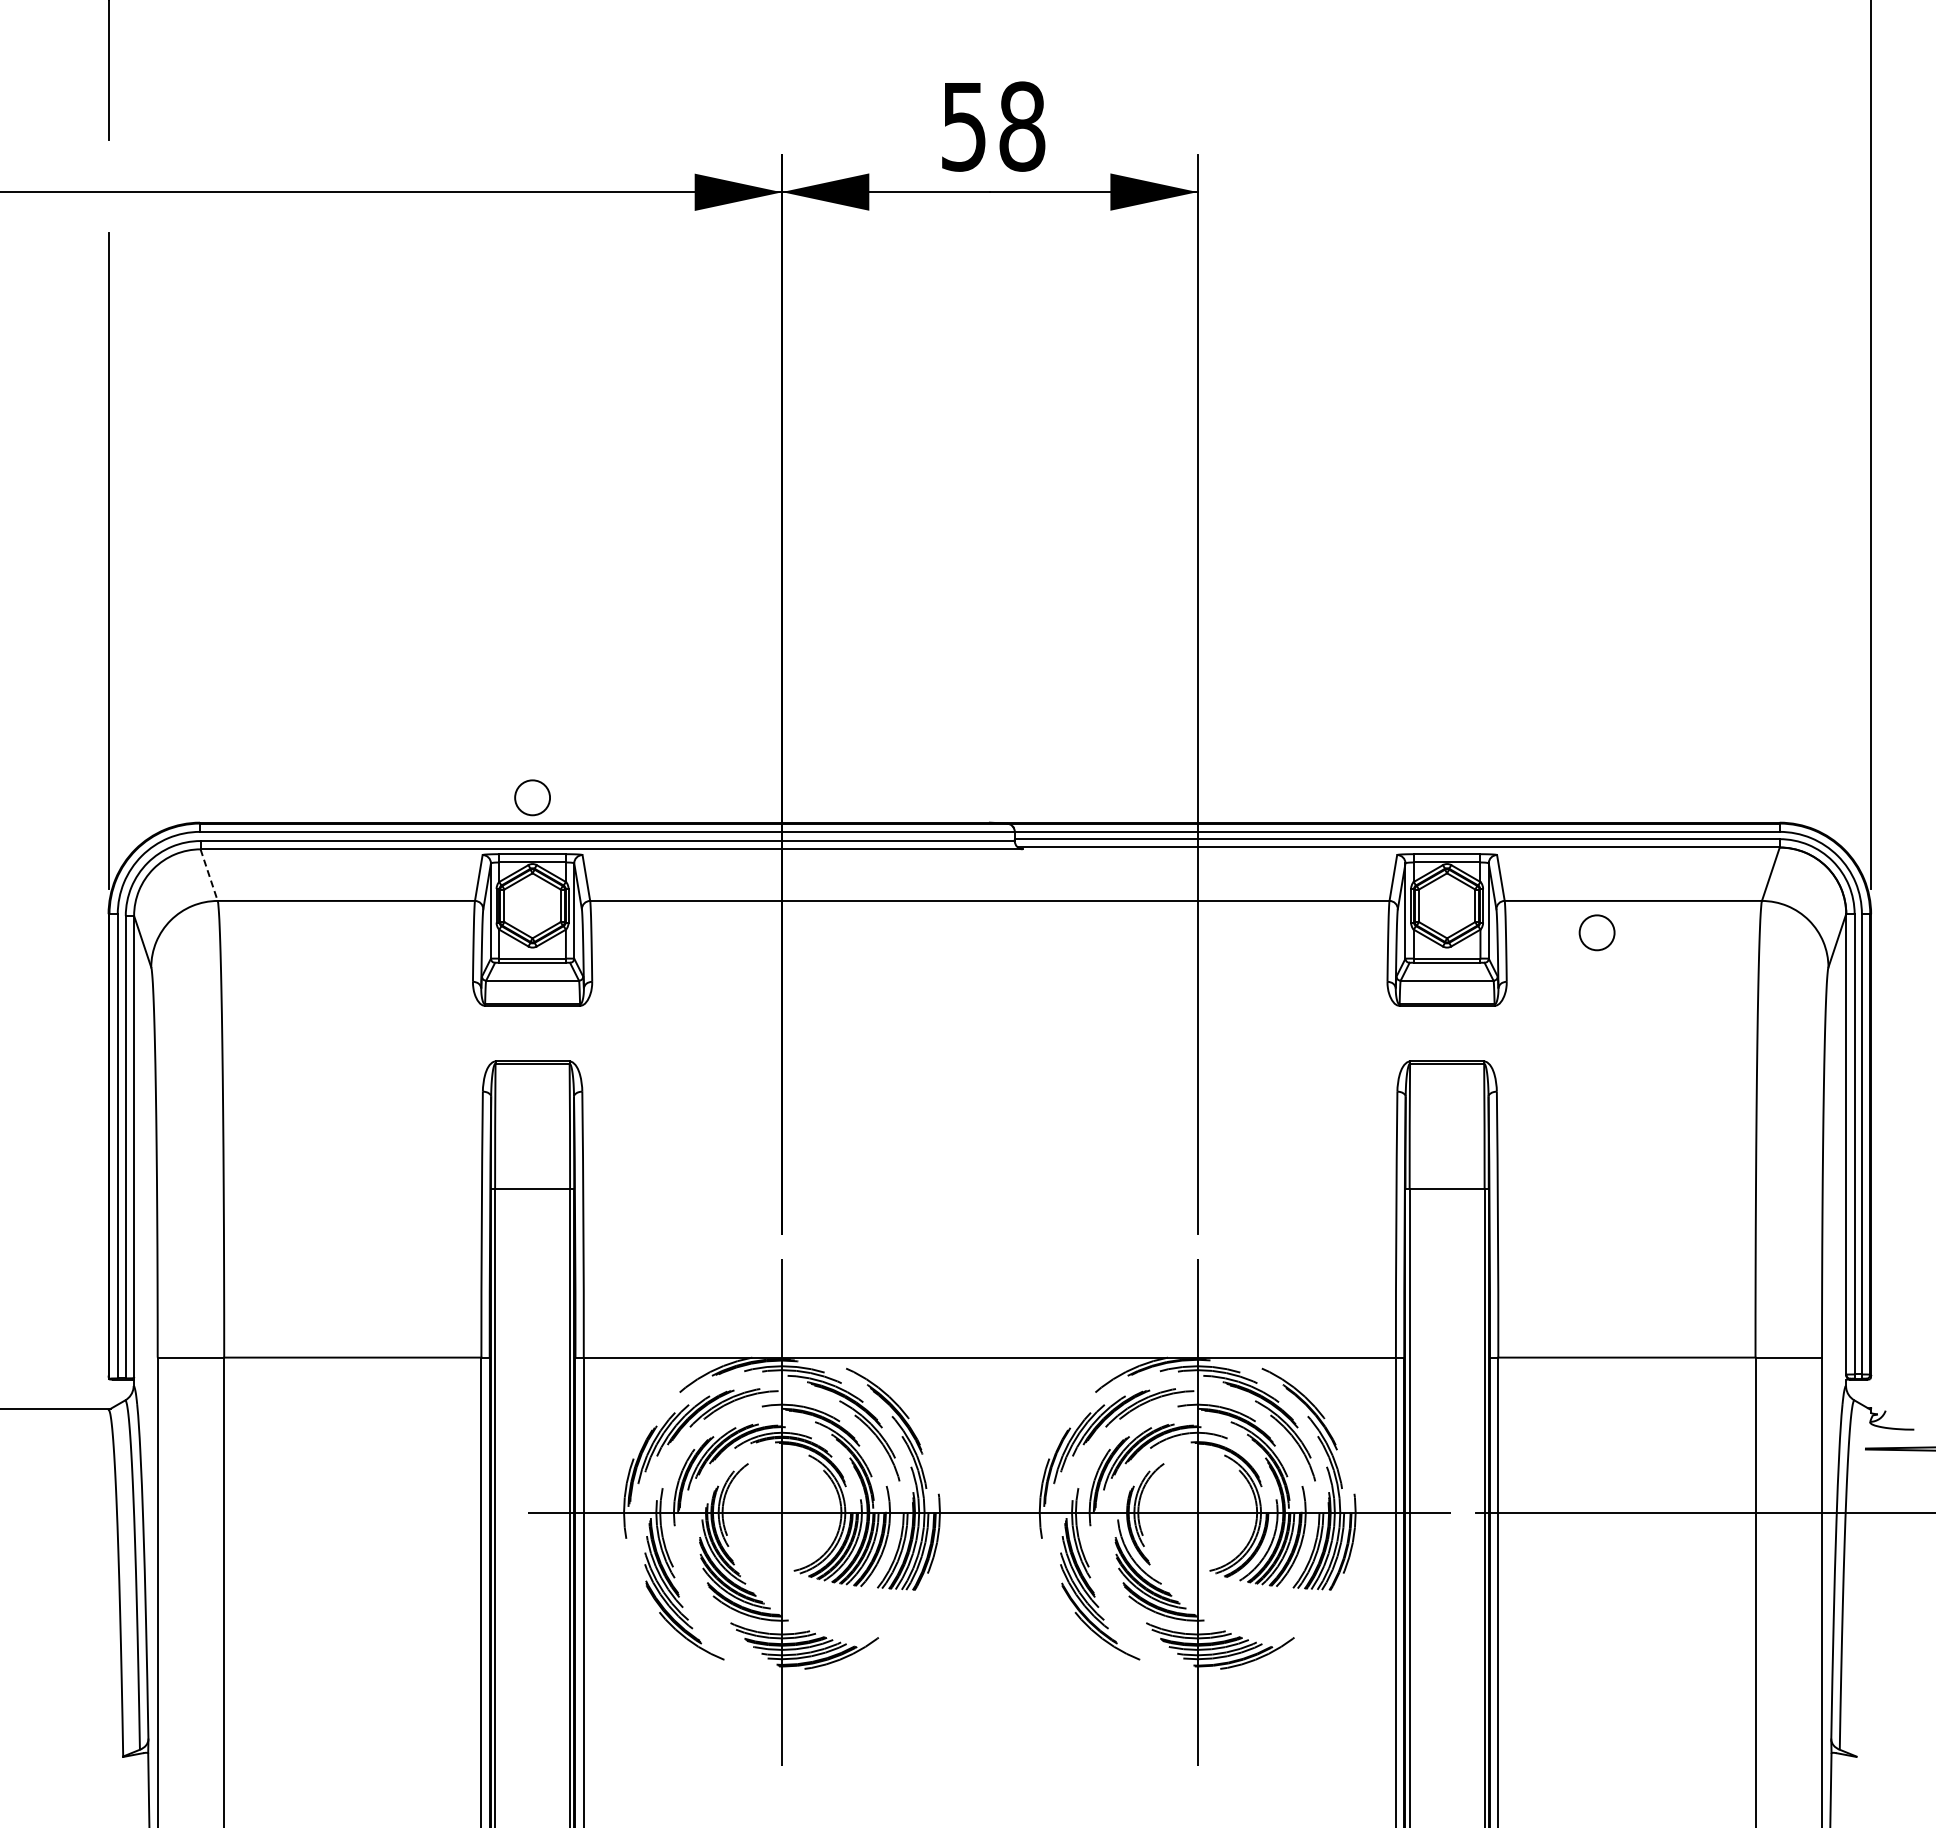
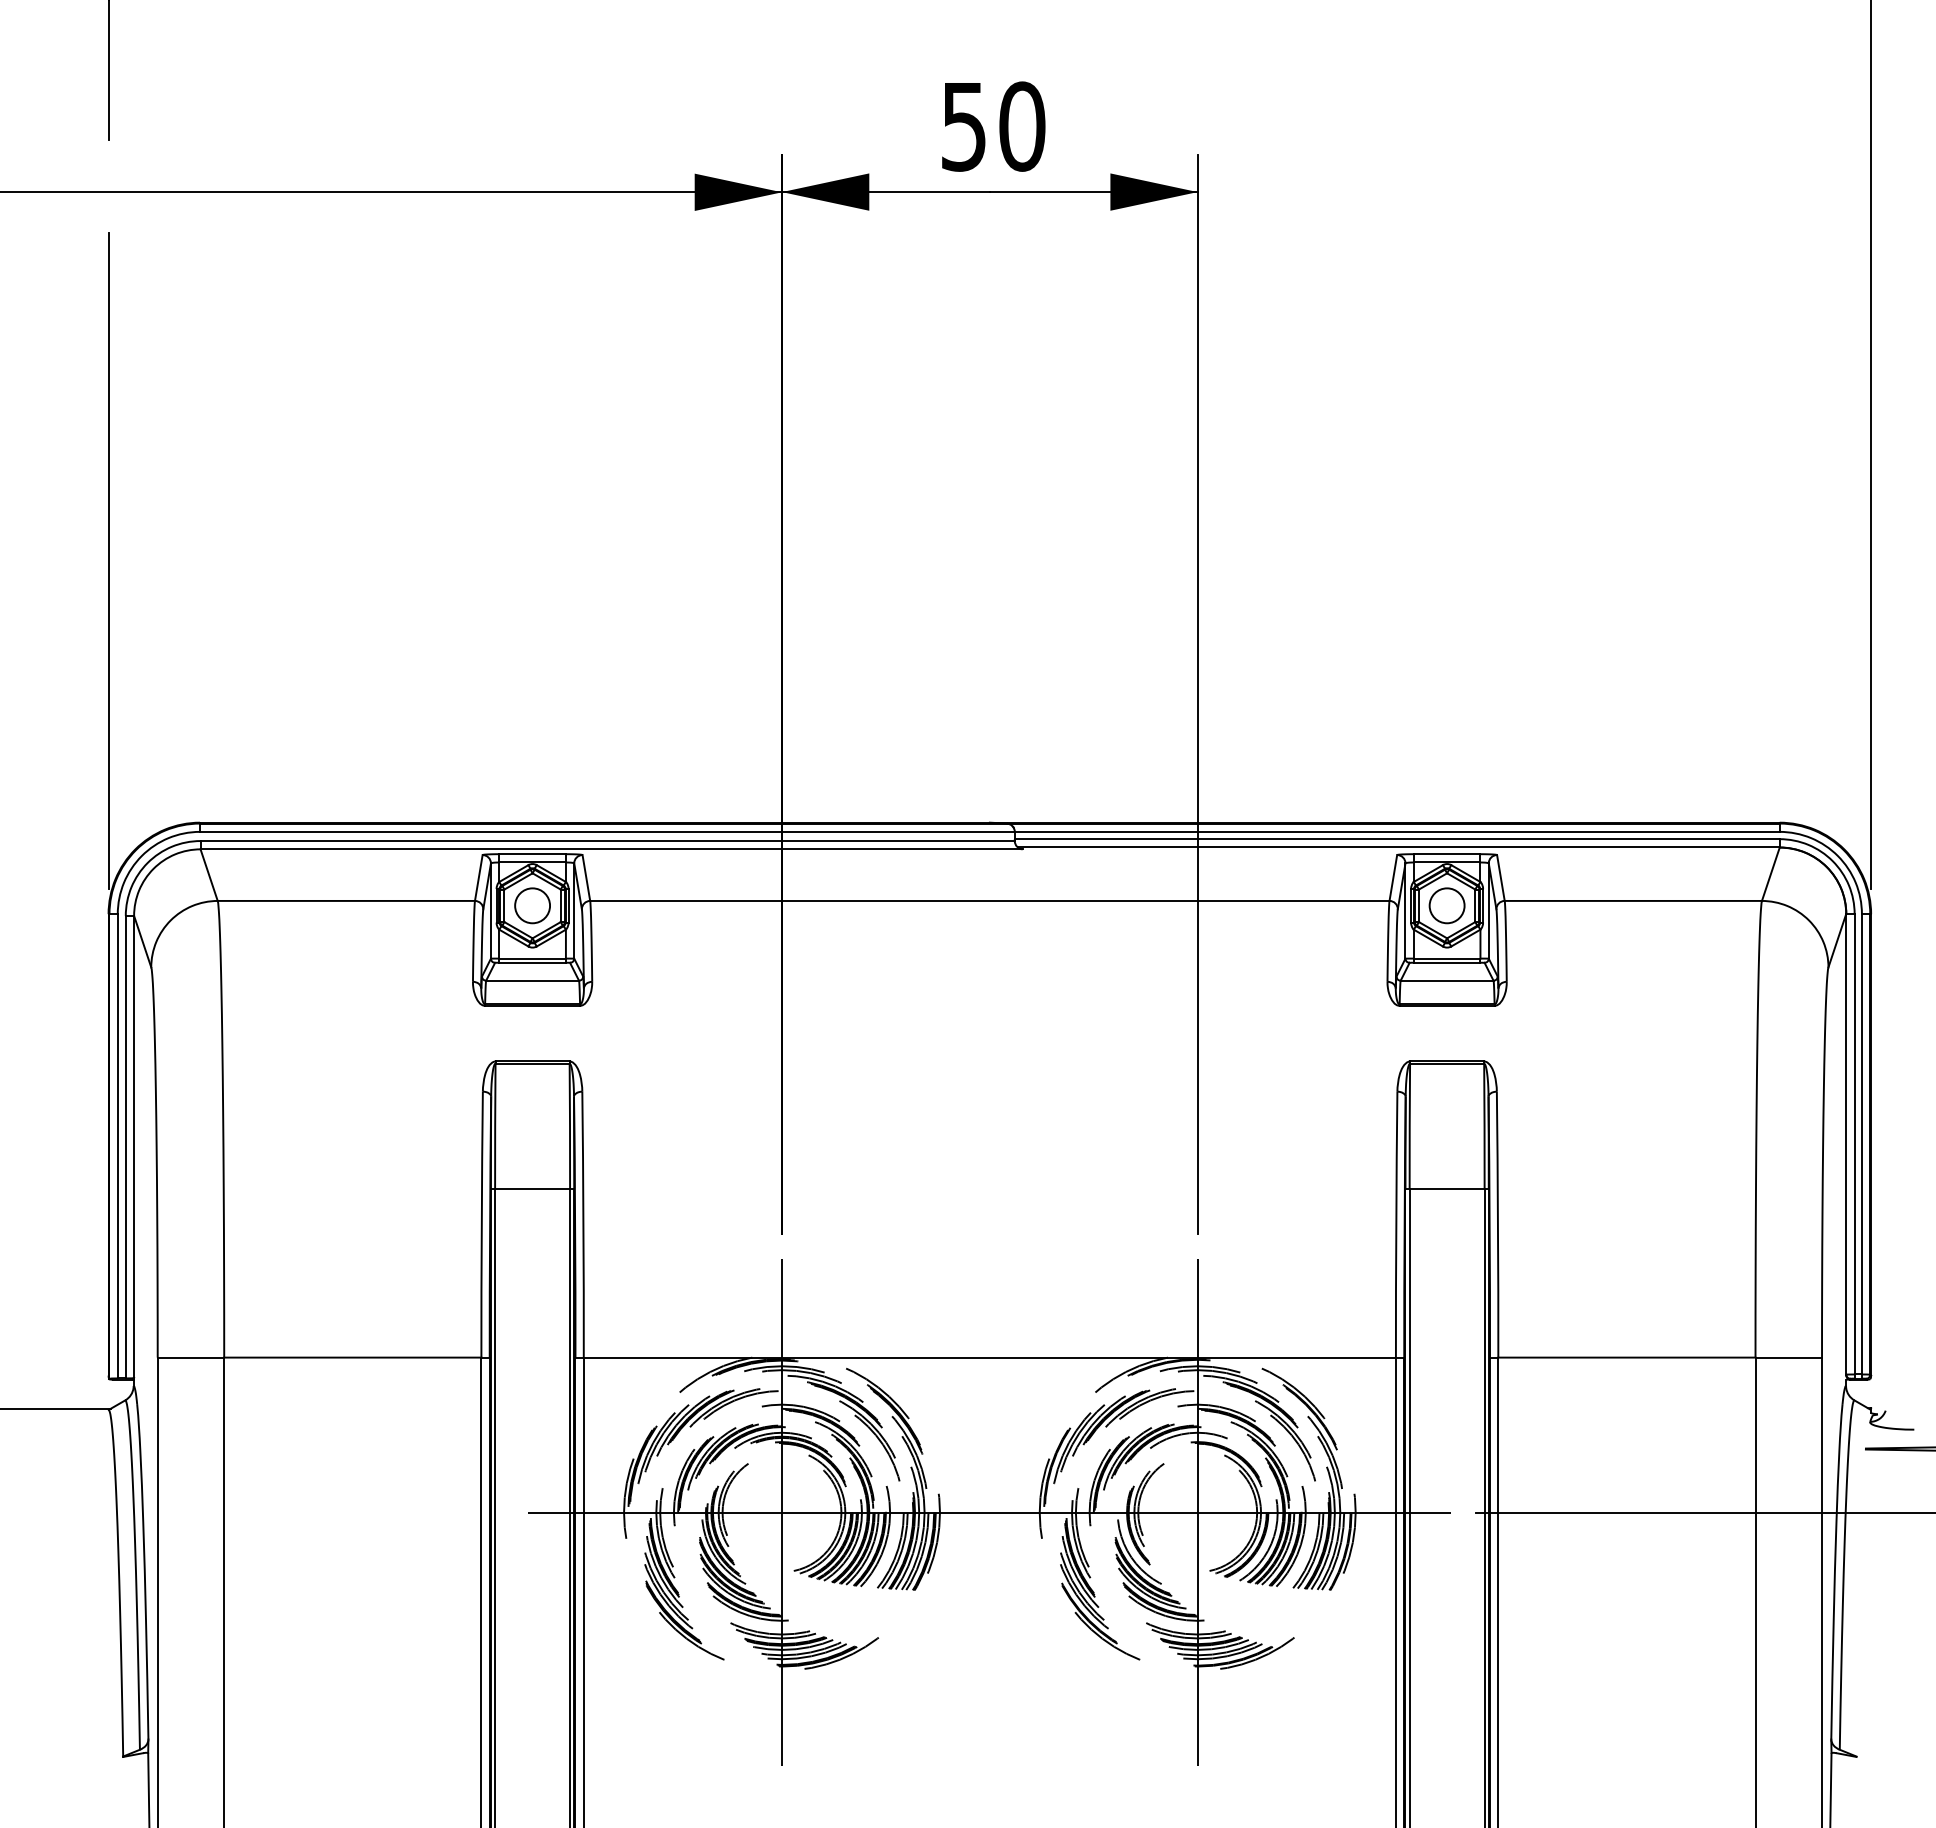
text at (1022, 126): 58 -> 50
circle at (532, 797) position: (532, 797) -> (532, 905)
line at (209, 875): dashed -> solid
circle at (1596, 932) position: (1596, 932) -> (1446, 905)
